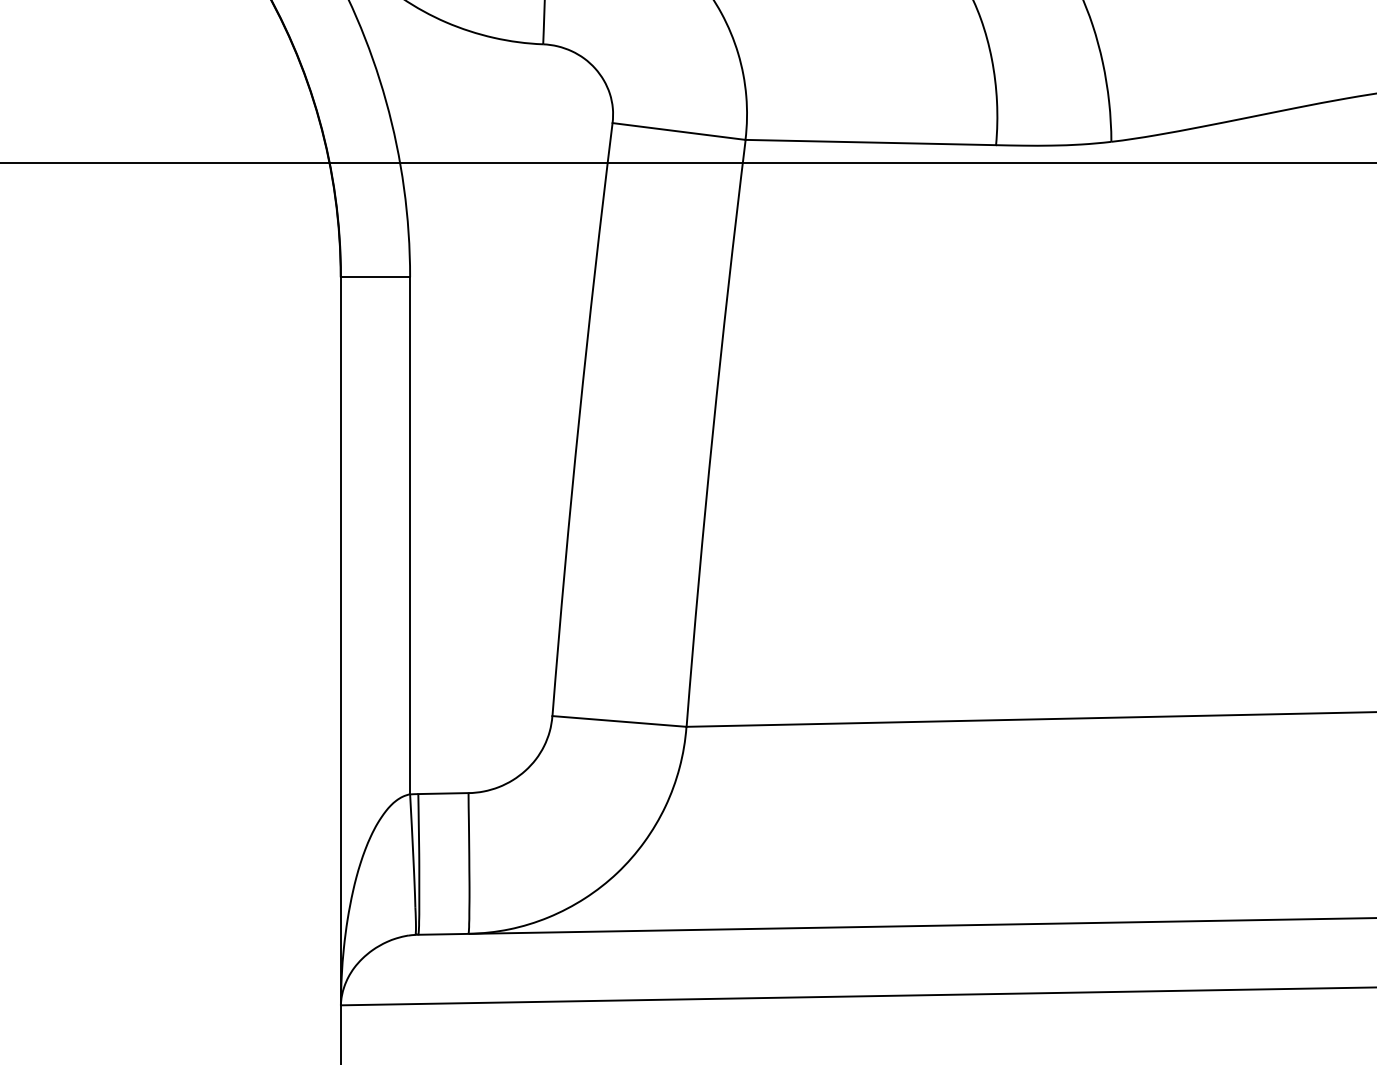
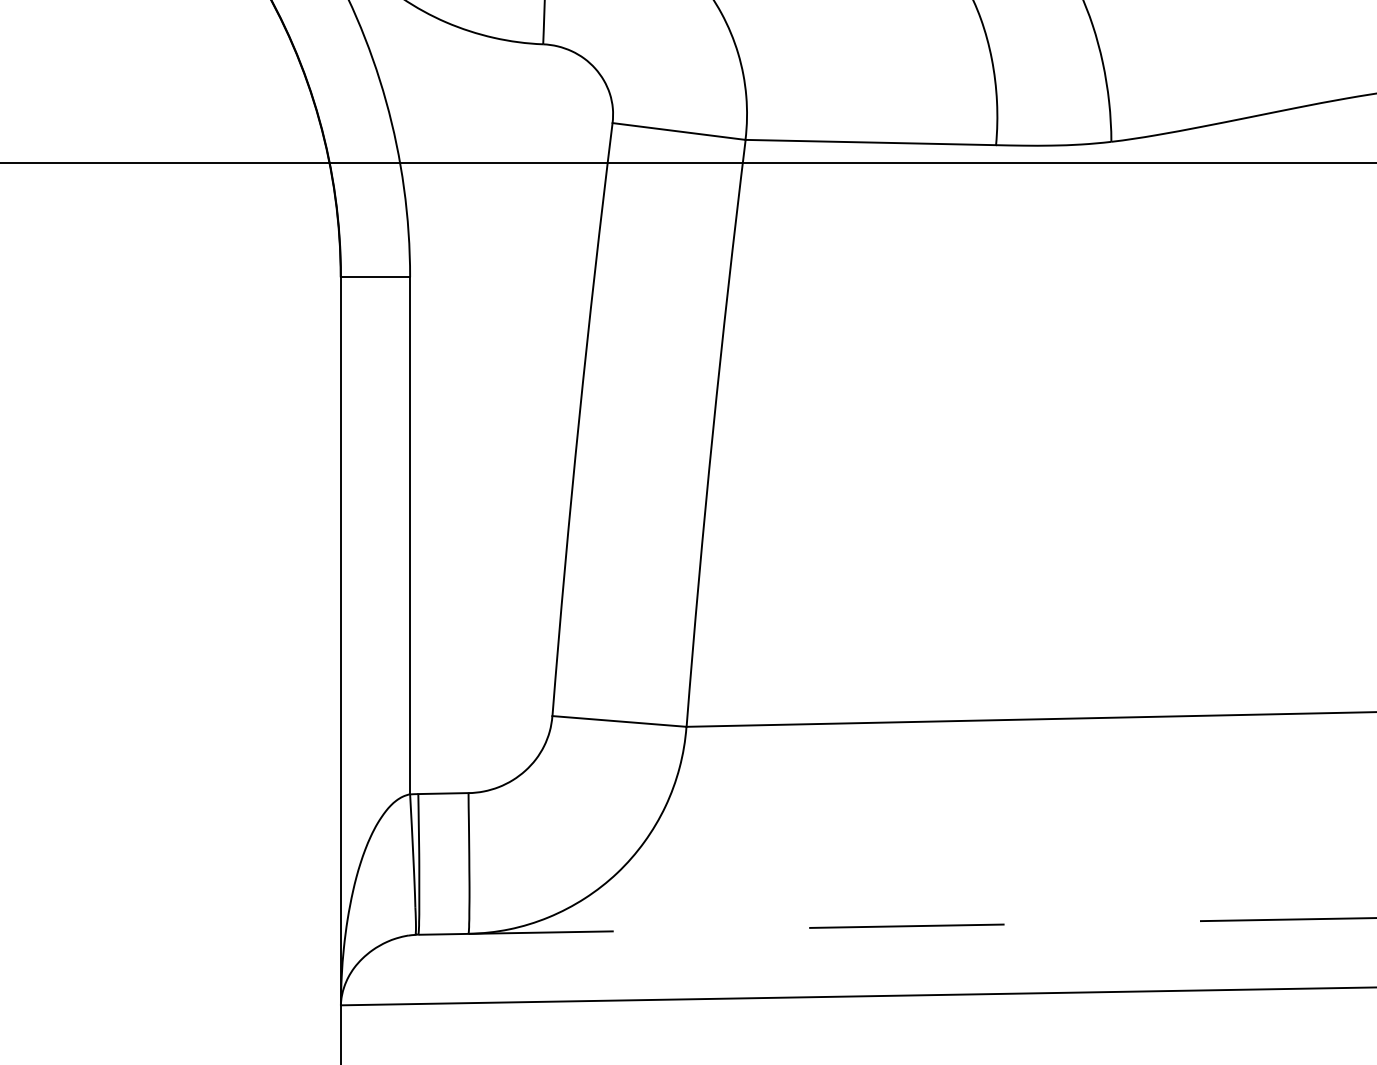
line at (898, 926): solid -> dashed
